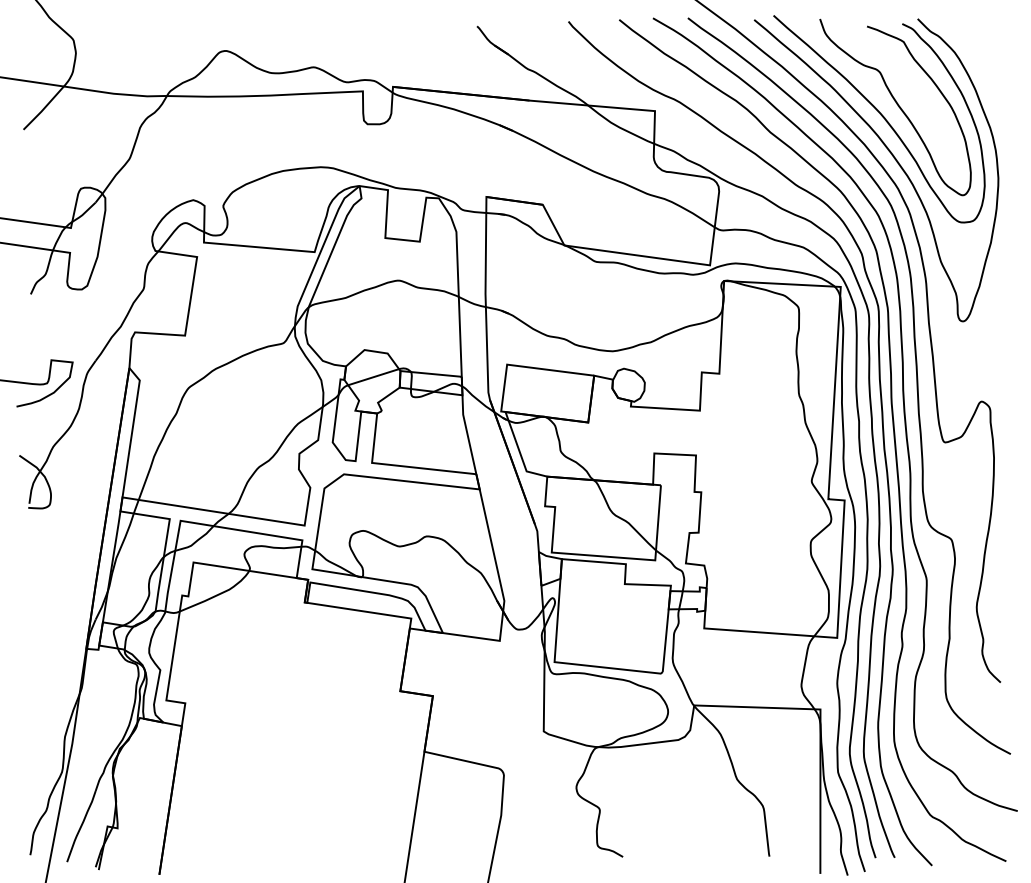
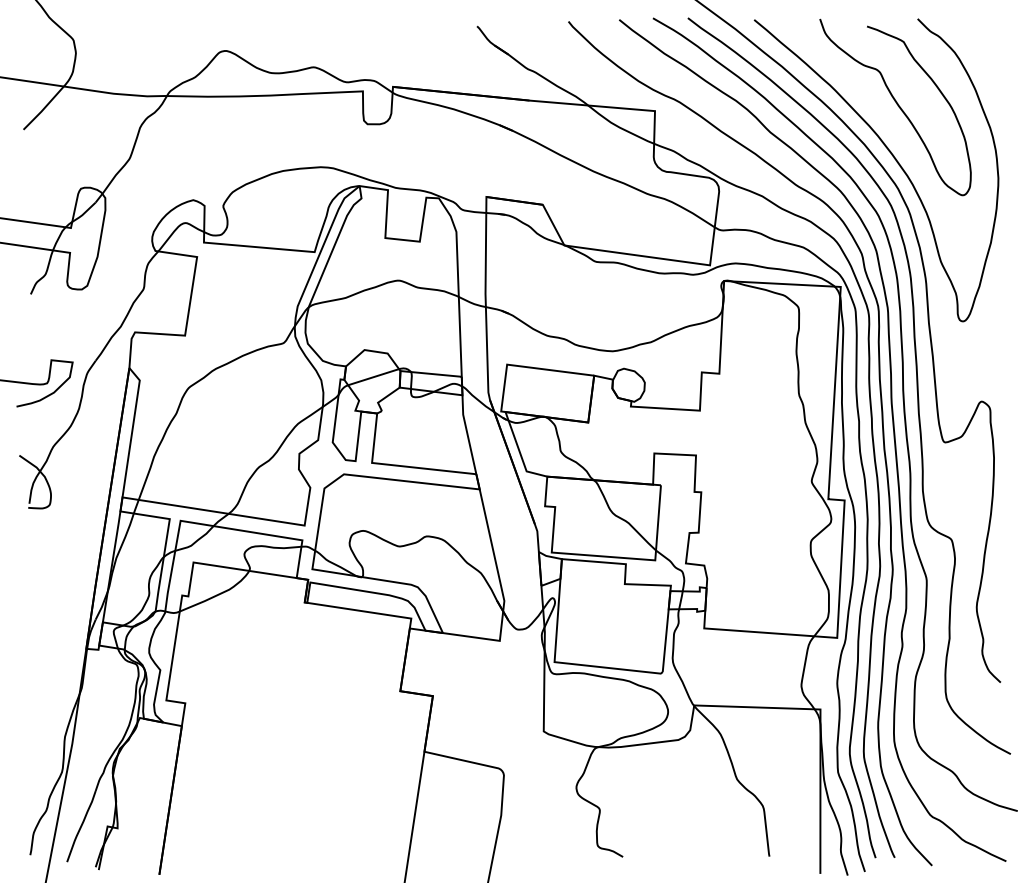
curve at (881, 116): present -> none
